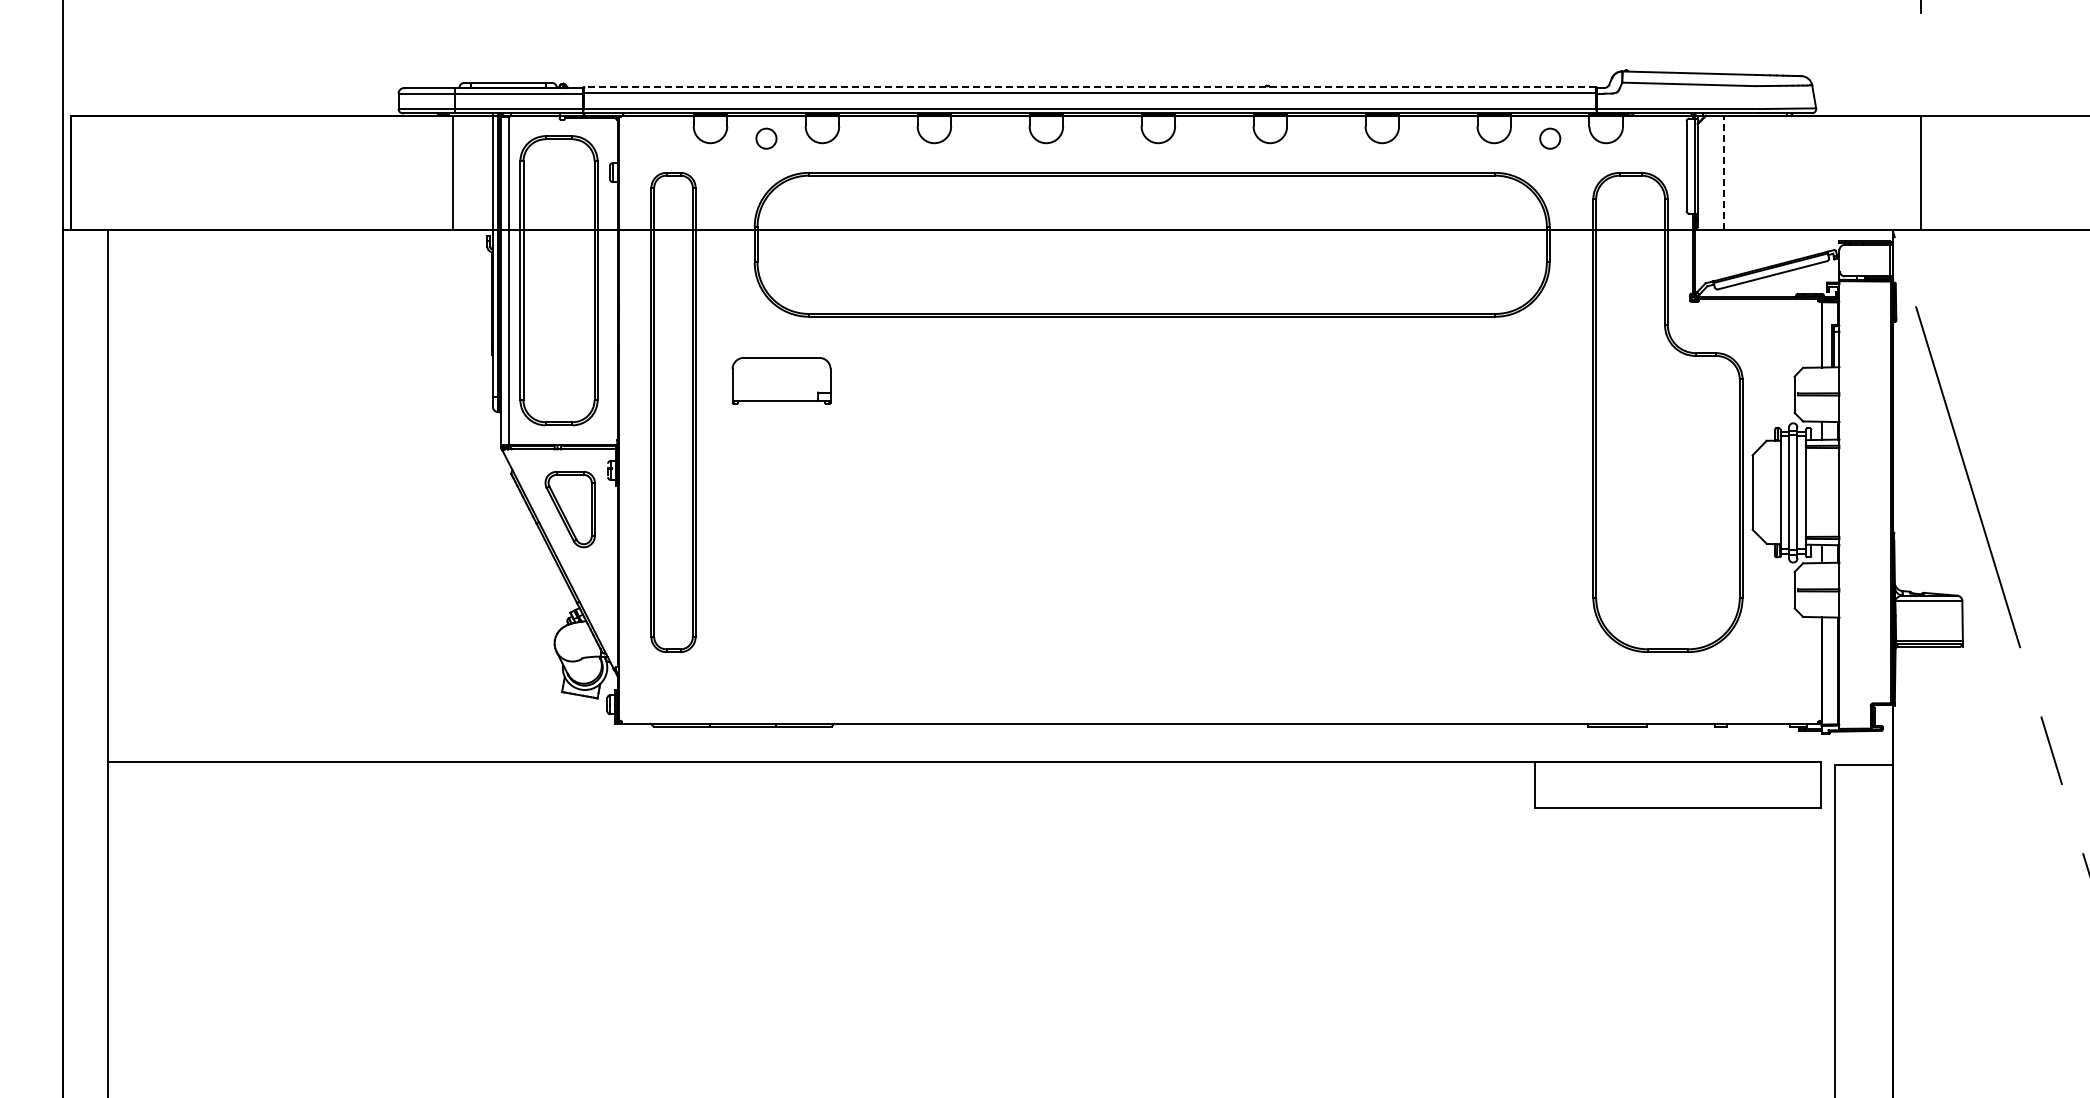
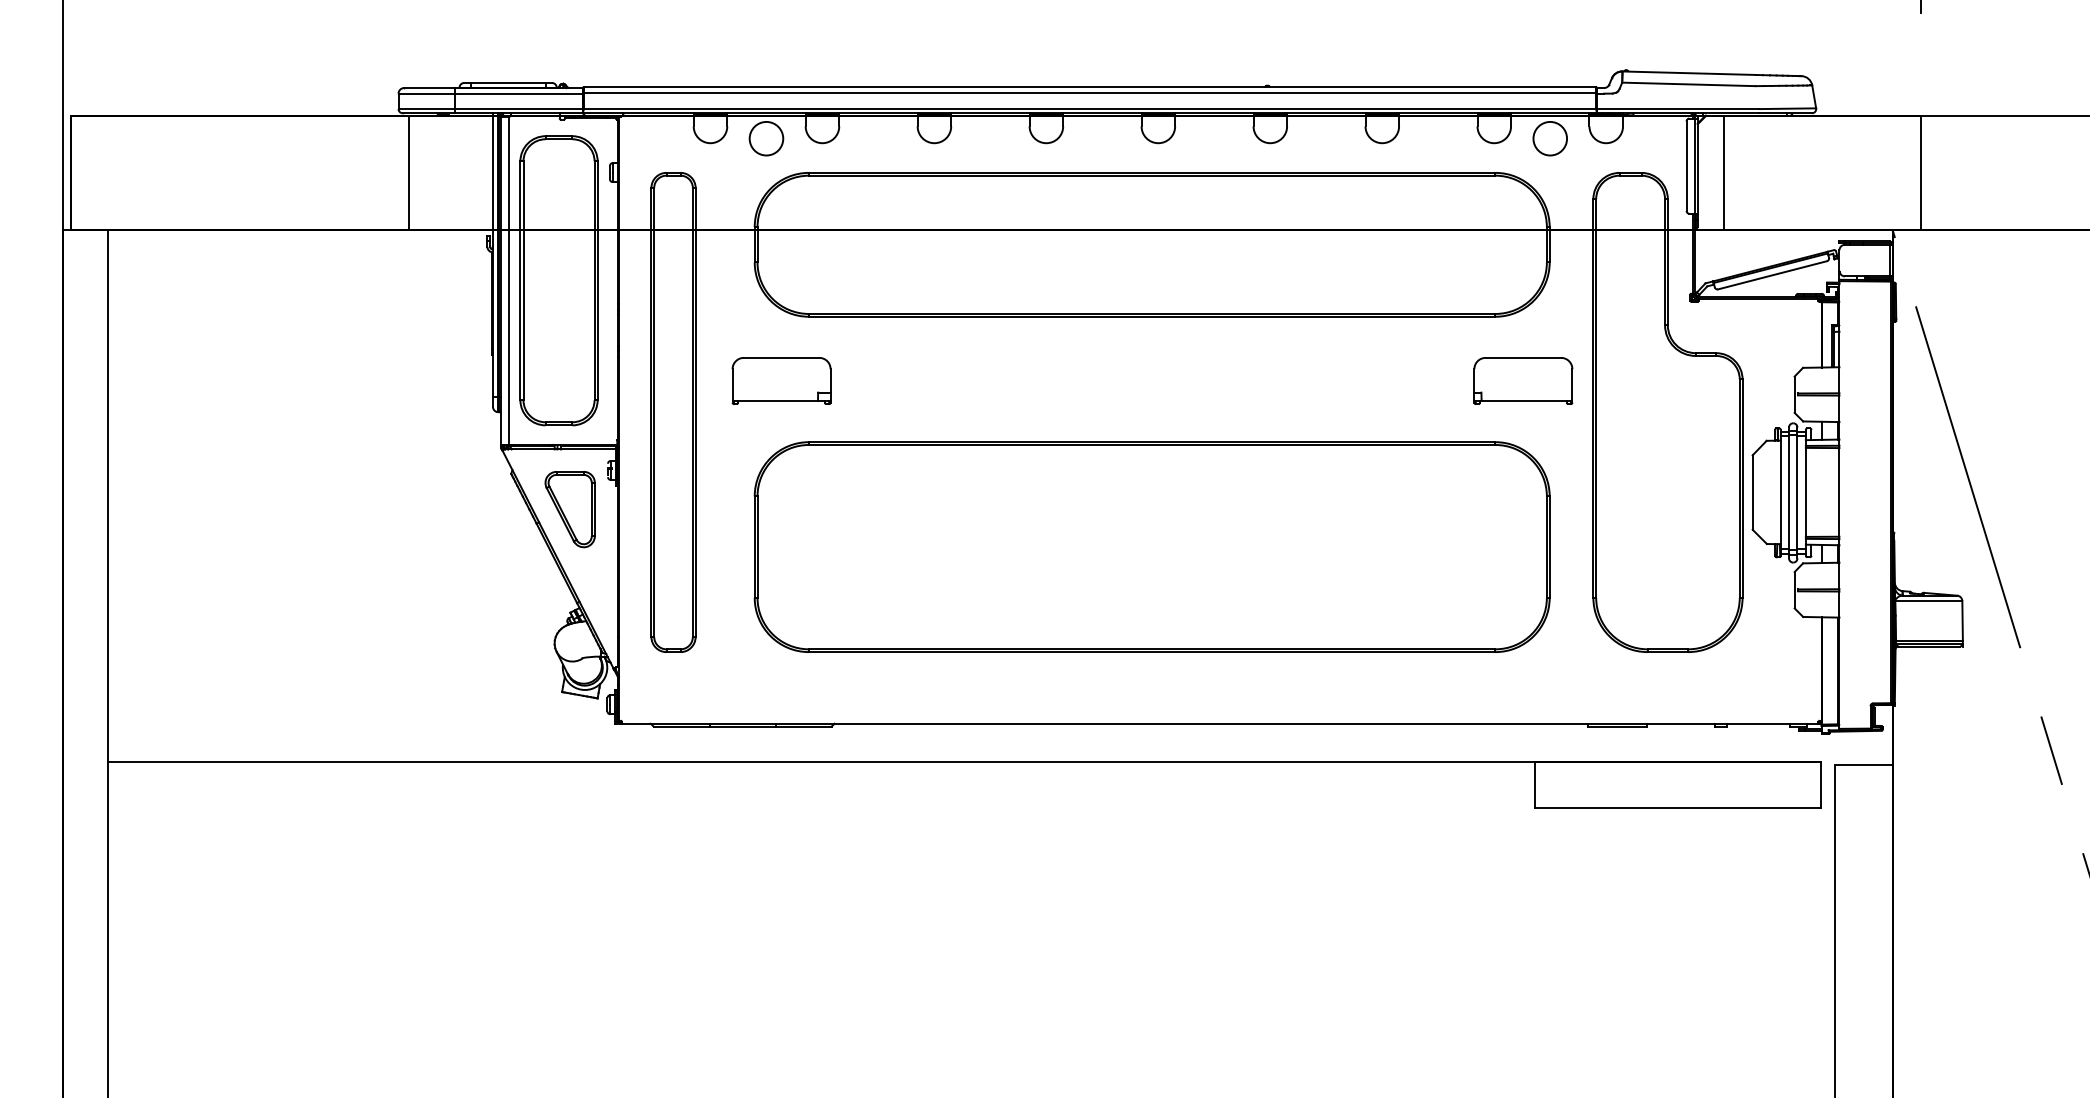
line at (1089, 86): dashed -> solid
circle at (766, 138) diameter: 20 px -> 34 px
circle at (1550, 138) diameter: 20 px -> 34 px
line at (452, 172) position: (452, 172) -> (408, 172)
line at (1723, 172): dashed -> solid
part at (1523, 380): none -> present
part at (1151, 546): none -> present
